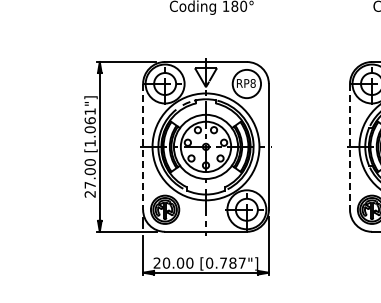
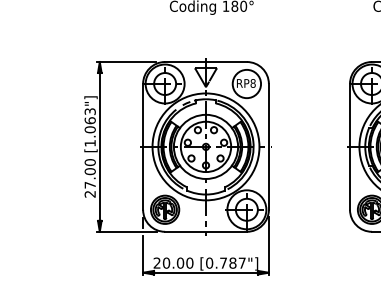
text at (89, 111): [1.061"] -> [1.063"]
line at (143, 146): dashed -> solid
line at (350, 146): dashed -> solid
